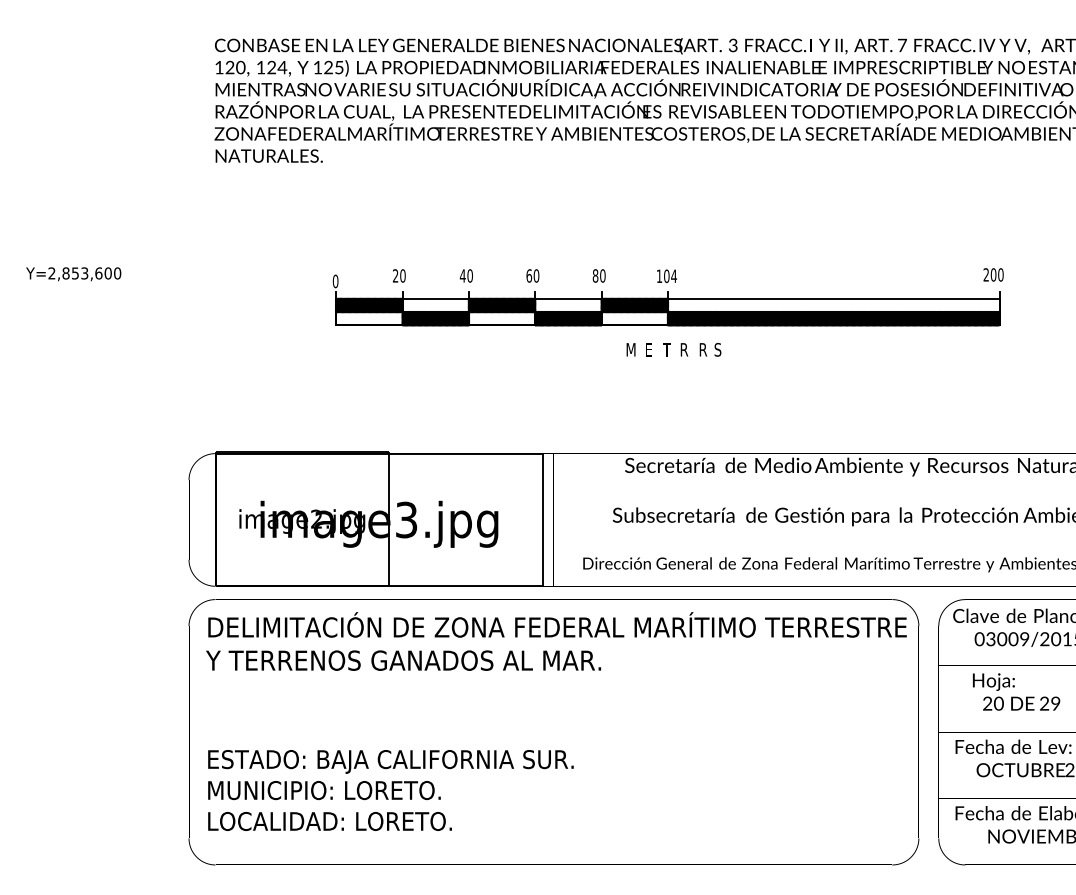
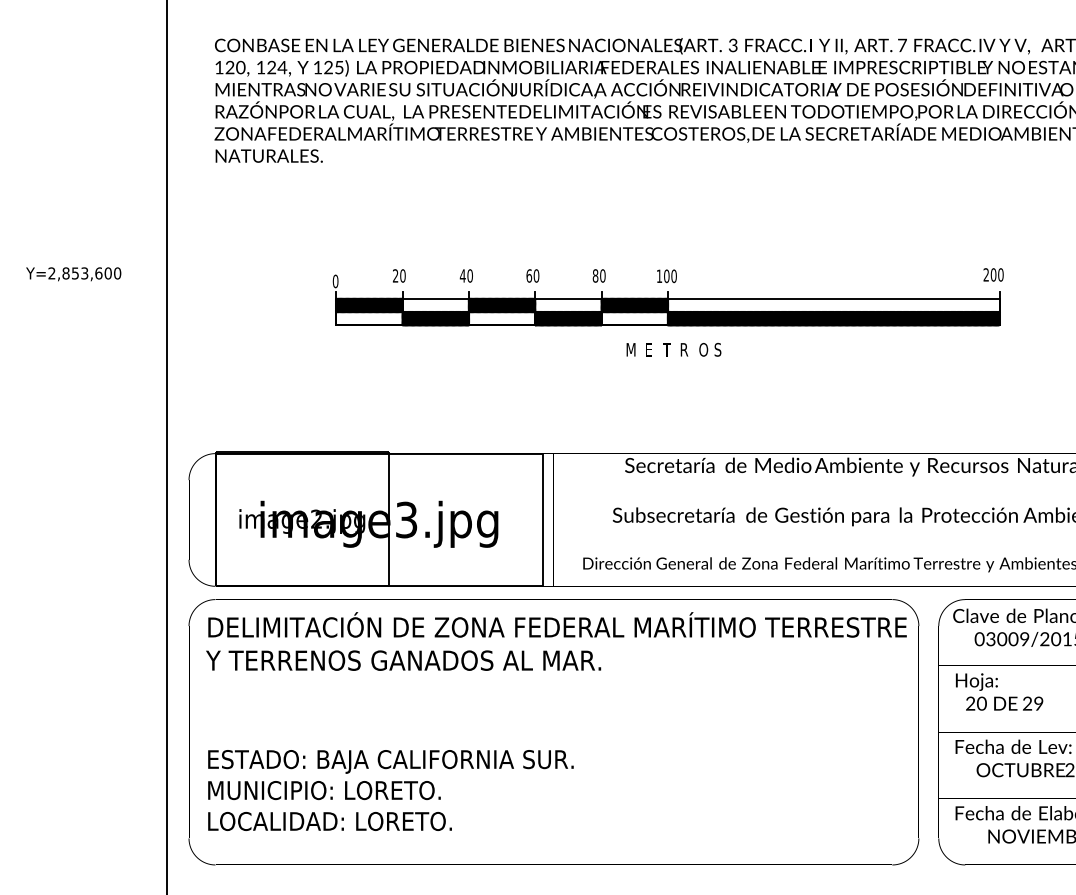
text at (674, 276): 104 -> 100
text at (703, 349): R -> O
line at (167, 446): none -> present
text at (1016, 691) position: (1016, 691) -> (999, 691)
